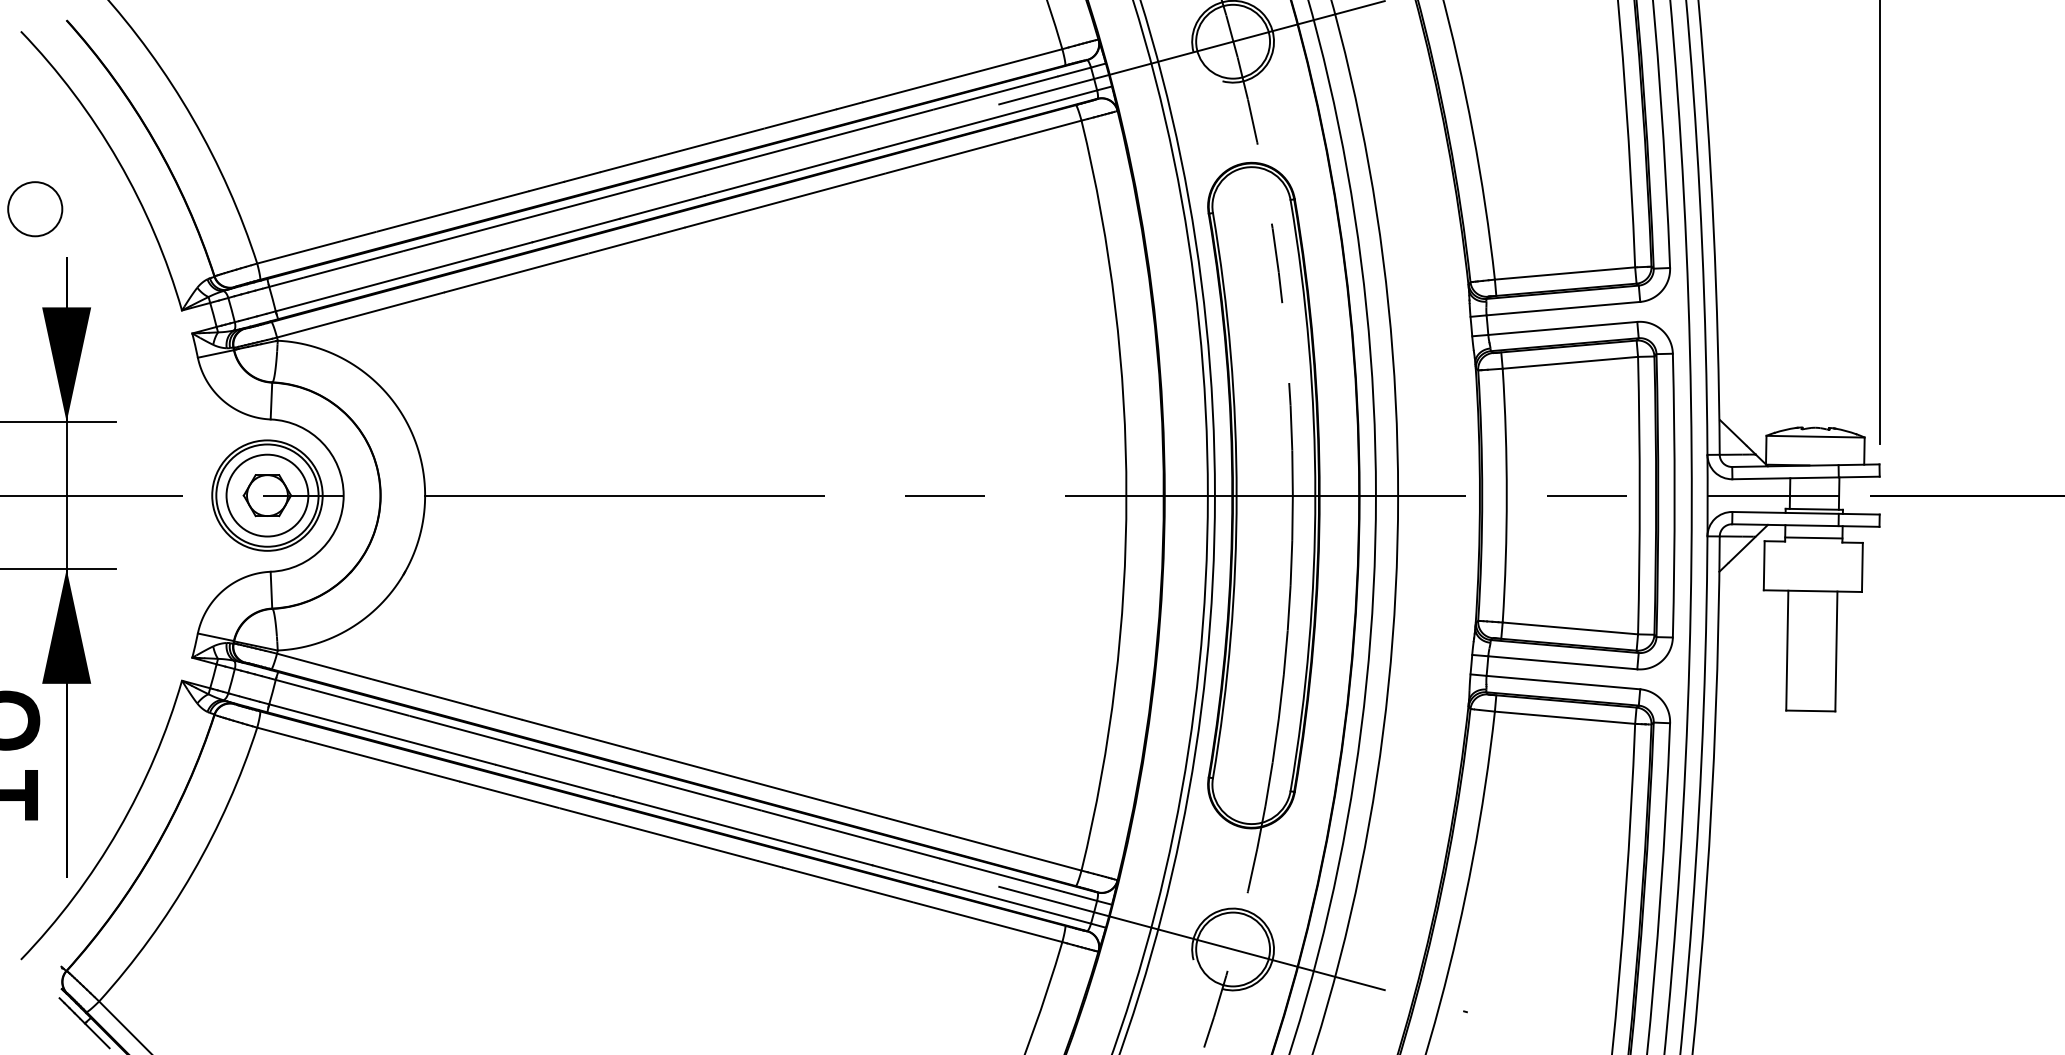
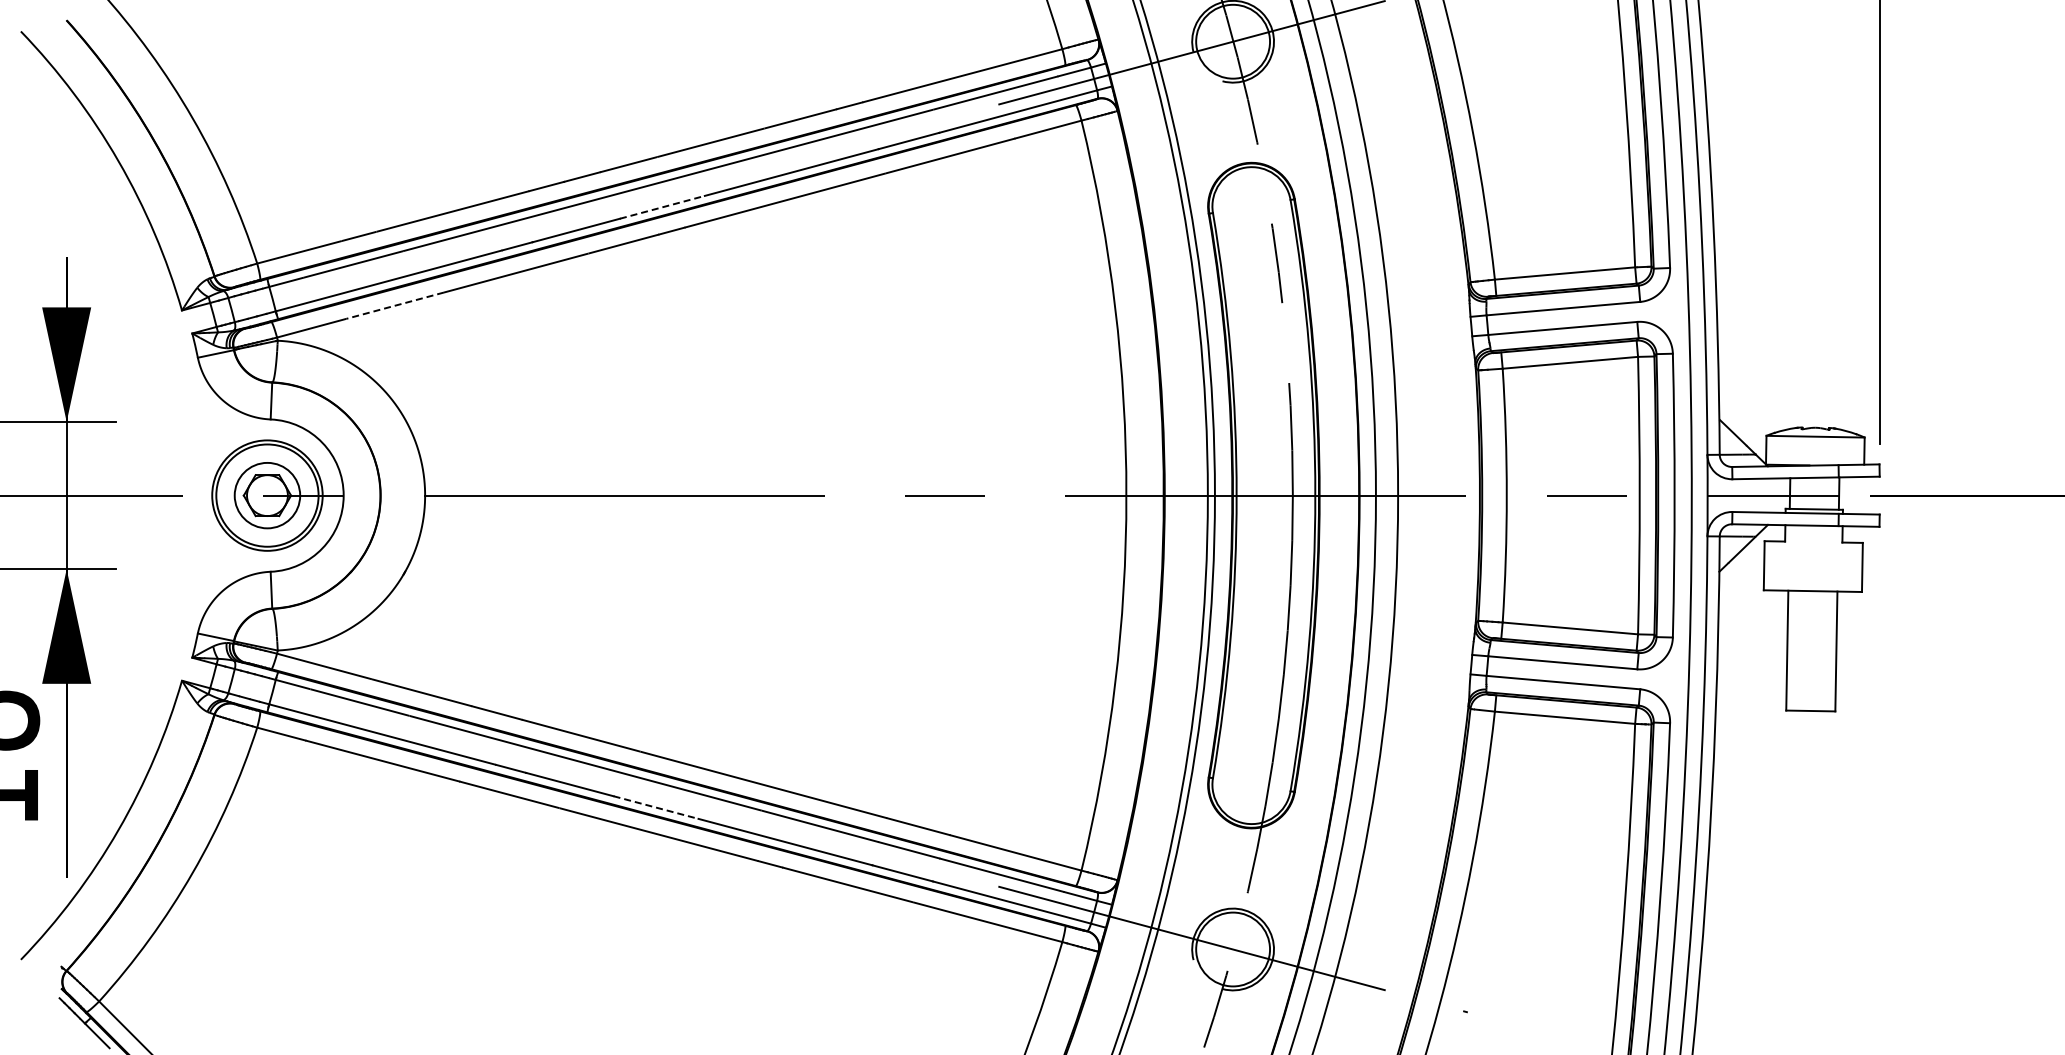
line at (662, 207): solid -> dashed
circle at (35, 209): present -> none
line at (395, 305): solid -> dashed
circle at (267, 495) diameter: 82 px -> 65 px
line at (1813, 537): present -> none
line at (656, 807): solid -> dashed
